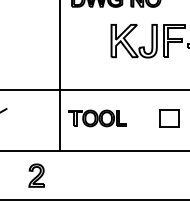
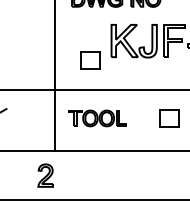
part at (90, 60): none -> present
line at (59, 76) position: (59, 76) -> (54, 76)
part at (36, 175) position: (36, 175) -> (45, 175)
